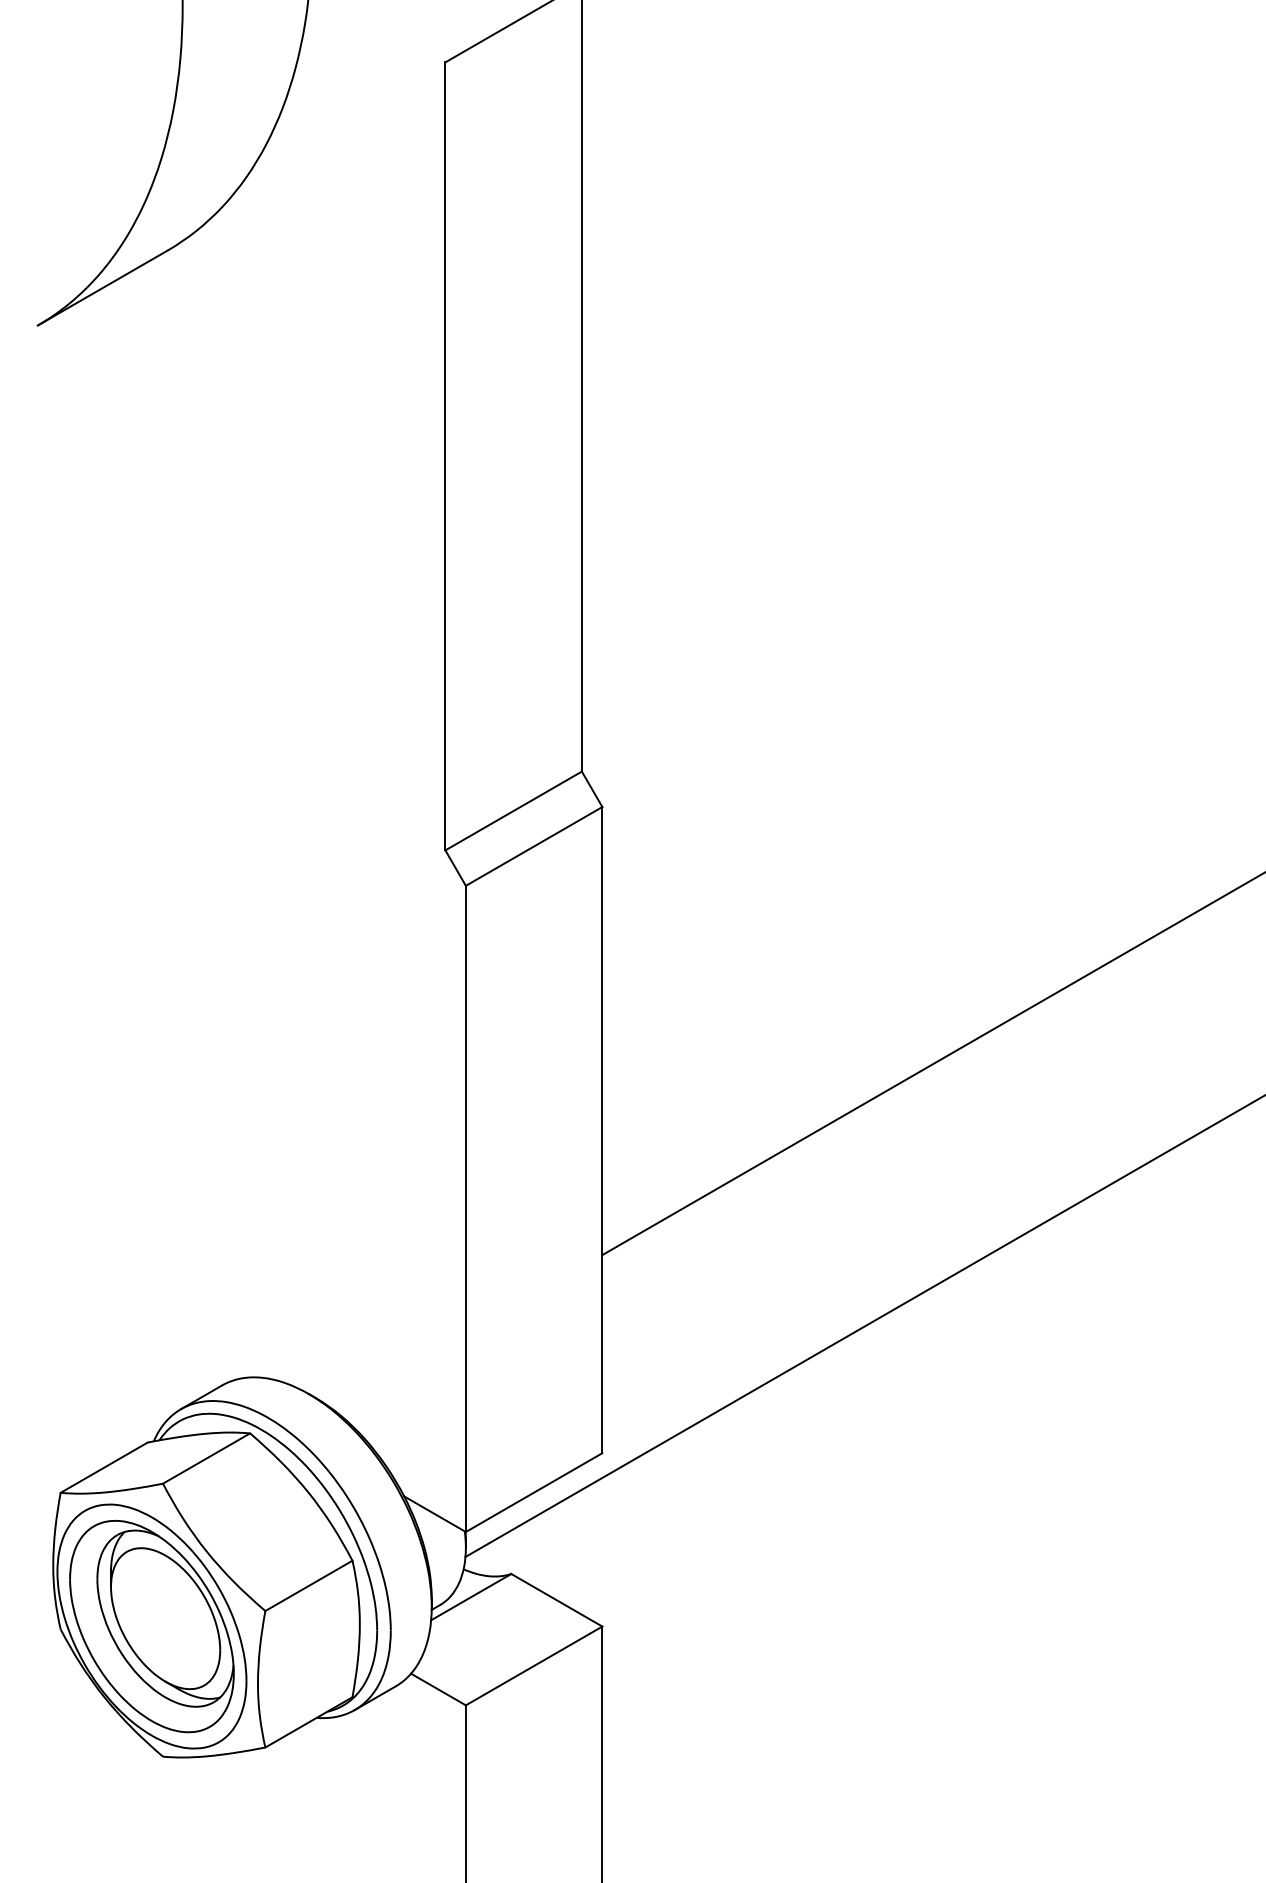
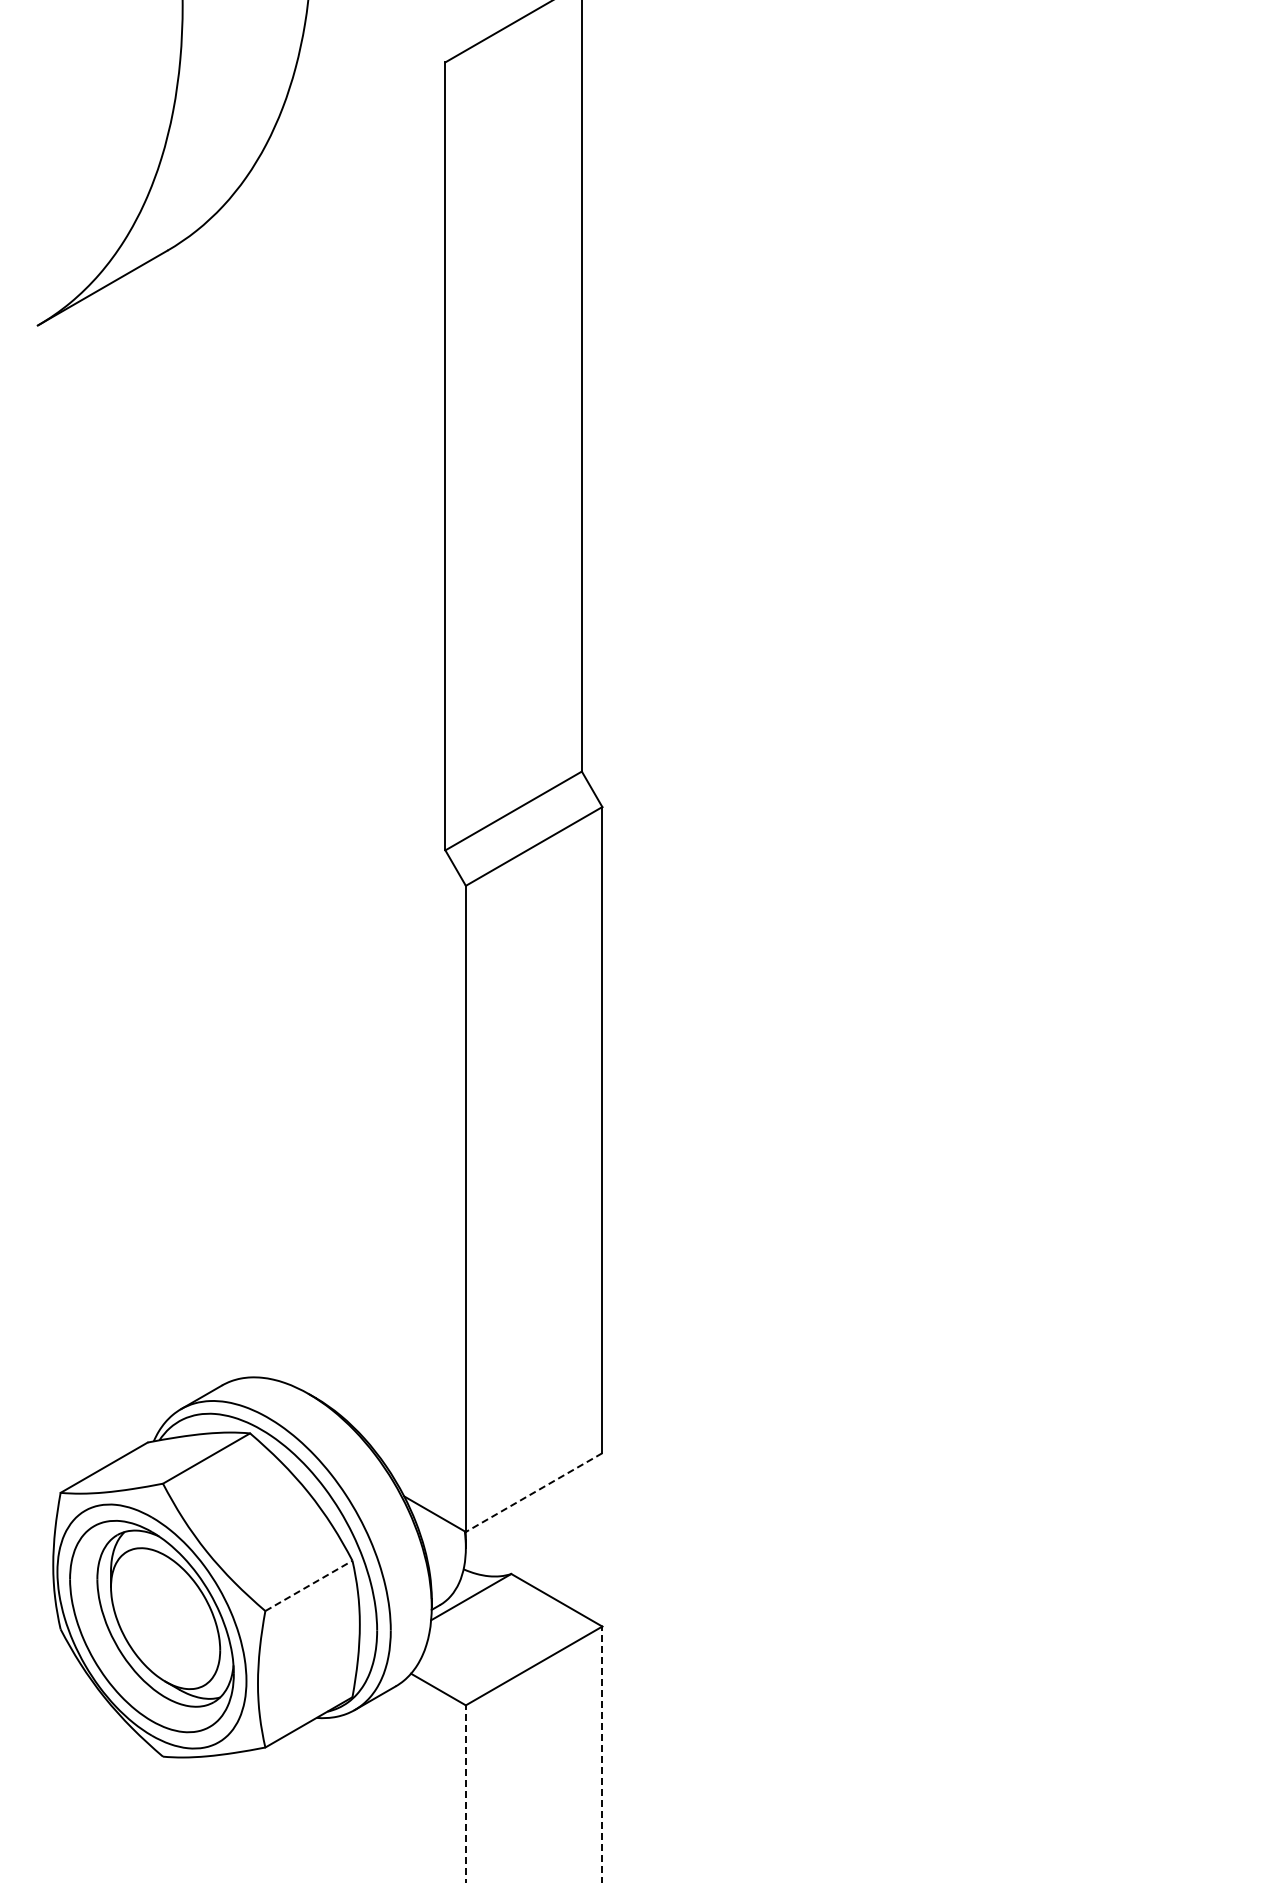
line at (932, 1064): present -> none
line at (863, 1326): present -> none
line at (534, 1492): solid -> dashed
line at (309, 1585): solid -> dashed
line at (602, 1754): solid -> dashed
line at (465, 1793): solid -> dashed
